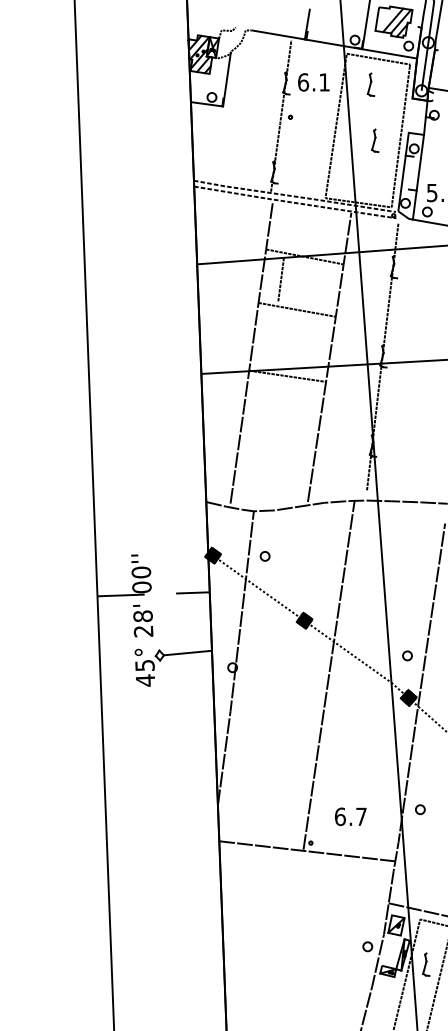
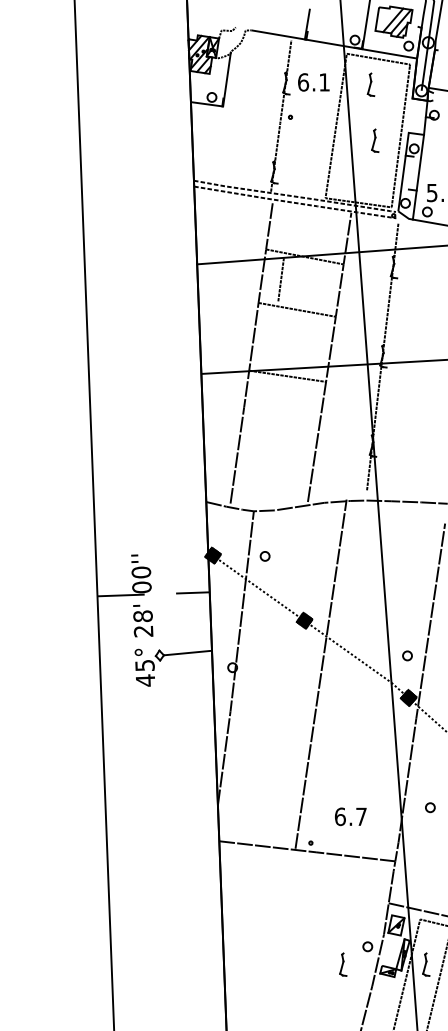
line at (328, 674) position: (328, 674) -> (320, 673)
part at (420, 809) position: (420, 809) -> (430, 807)
part at (343, 964): none -> present
